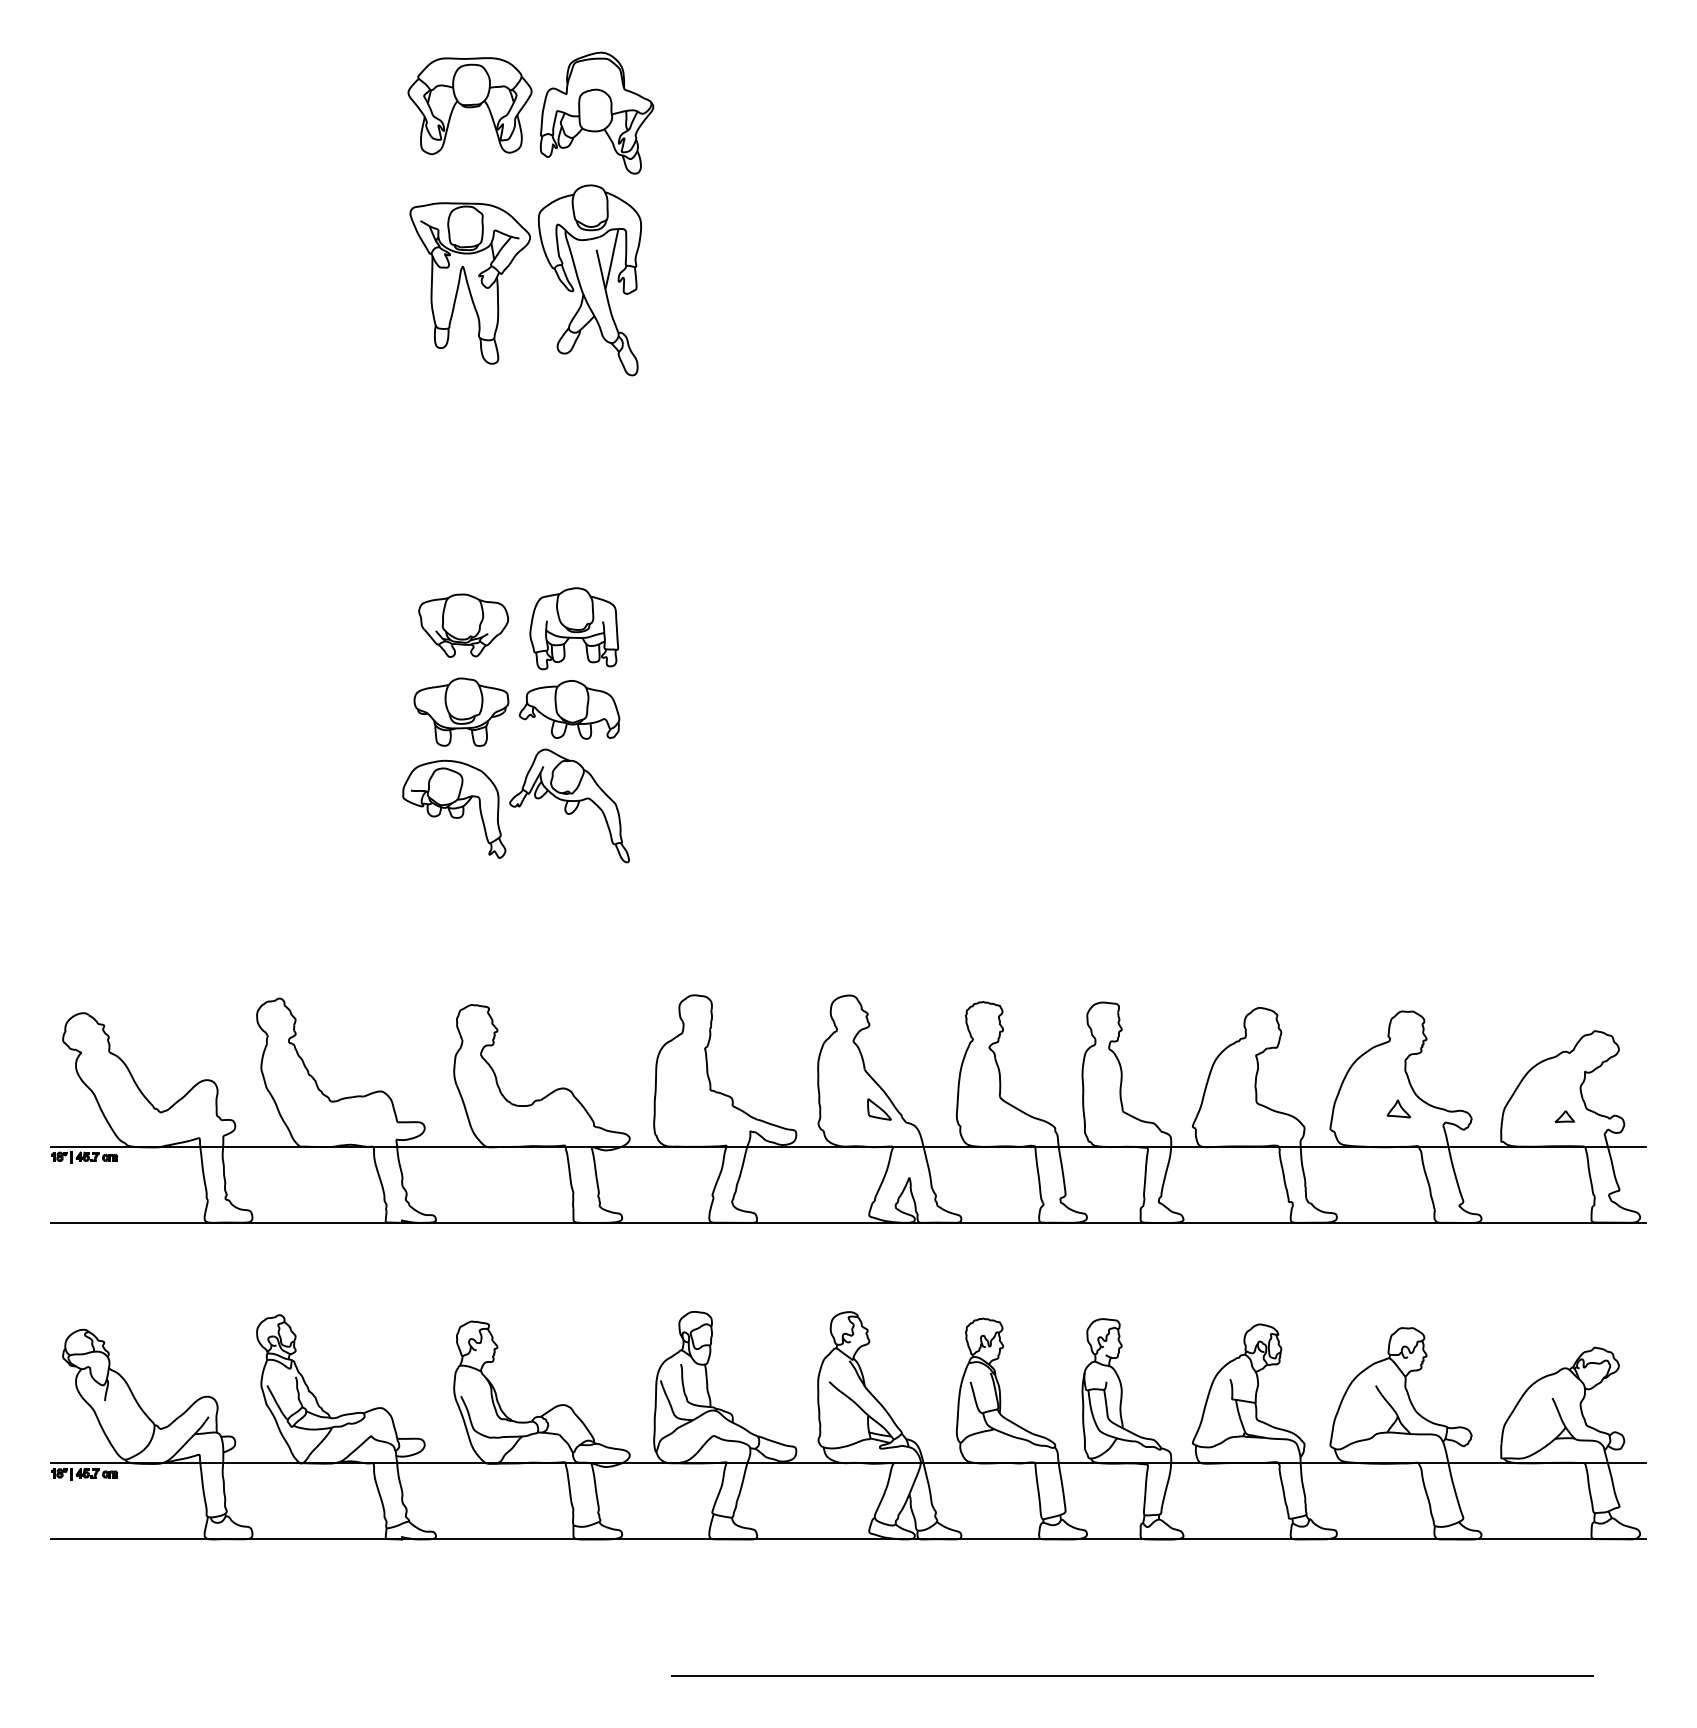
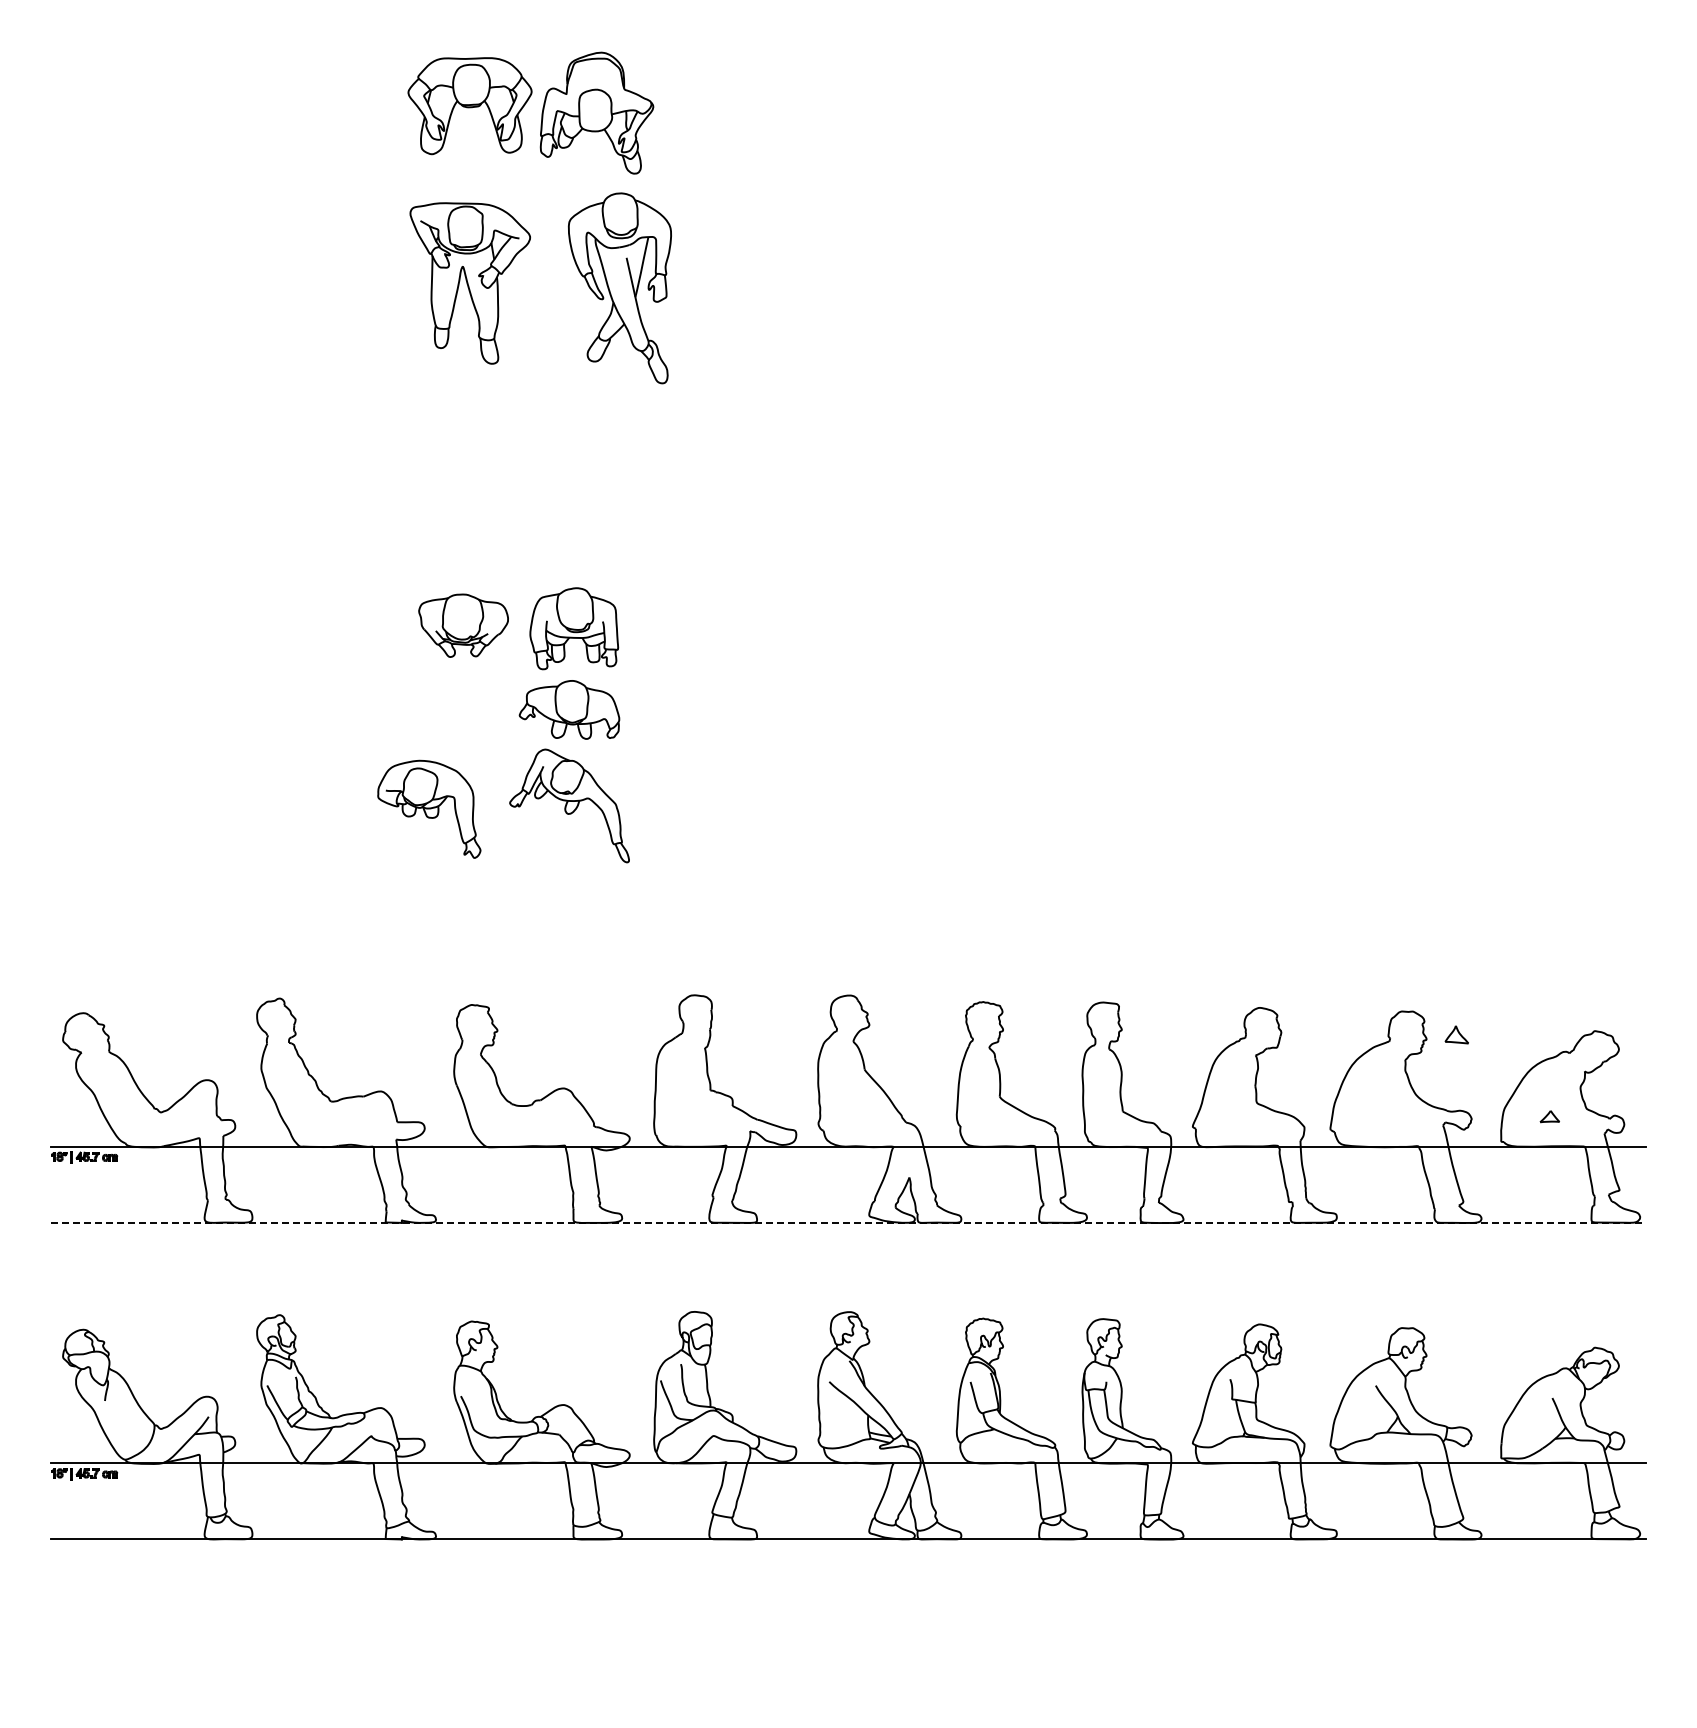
part at (589, 280) position: (589, 280) -> (619, 288)
part at (461, 711): present -> none
part at (454, 808) position: (454, 808) -> (429, 808)
part at (1398, 1108) position: (1398, 1108) -> (1456, 1034)
part at (879, 1109): present -> none
part at (1564, 1116) position: (1564, 1116) -> (1549, 1116)
line at (848, 1222): solid -> dashed
line at (1132, 1676): present -> none
